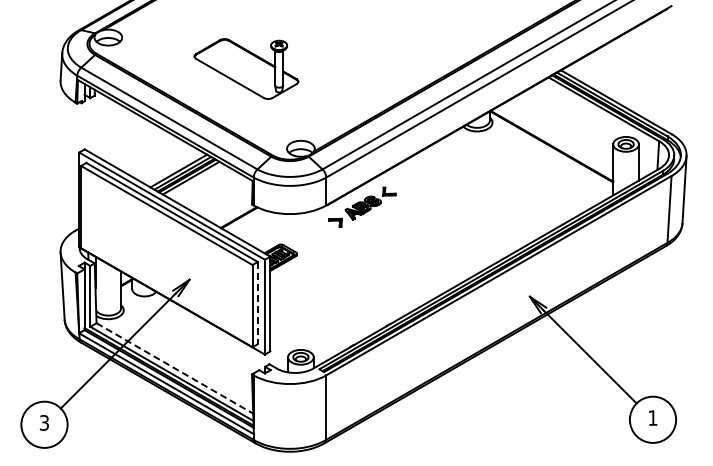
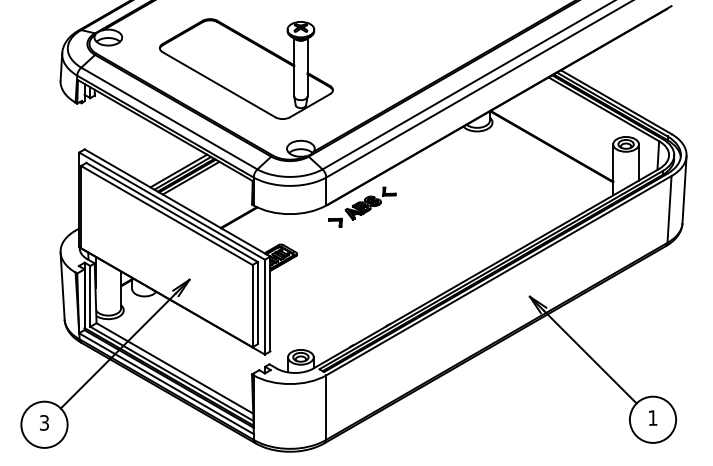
part at (246, 68) size: 107x62 px -> 175x102 px
line at (257, 303): dashed -> solid
line at (175, 368): dashed -> solid
